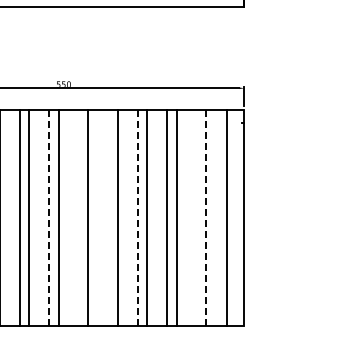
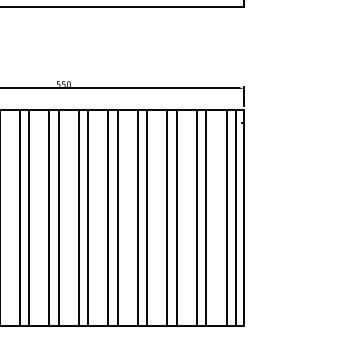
line at (78, 217): none -> present
line at (108, 217): none -> present
line at (196, 217): none -> present
line at (235, 217): none -> present
line at (49, 218): dashed -> solid
line at (137, 218): dashed -> solid
line at (206, 218): dashed -> solid
